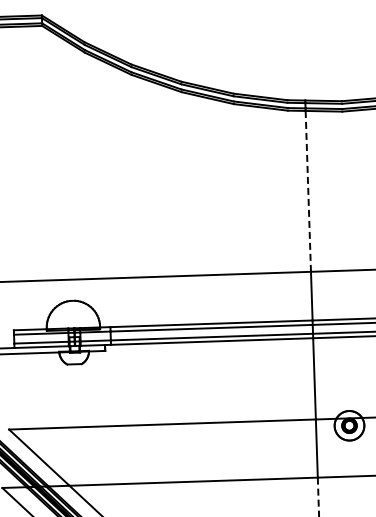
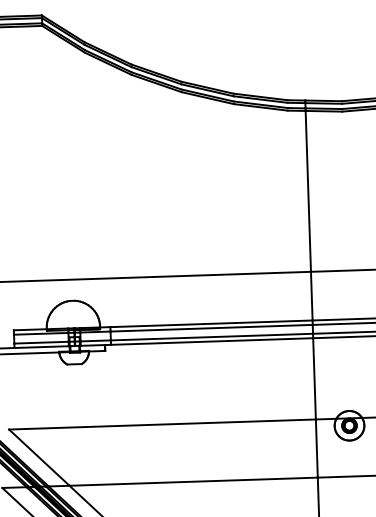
line at (308, 191): dashed -> solid
line at (318, 497): dashed -> solid
